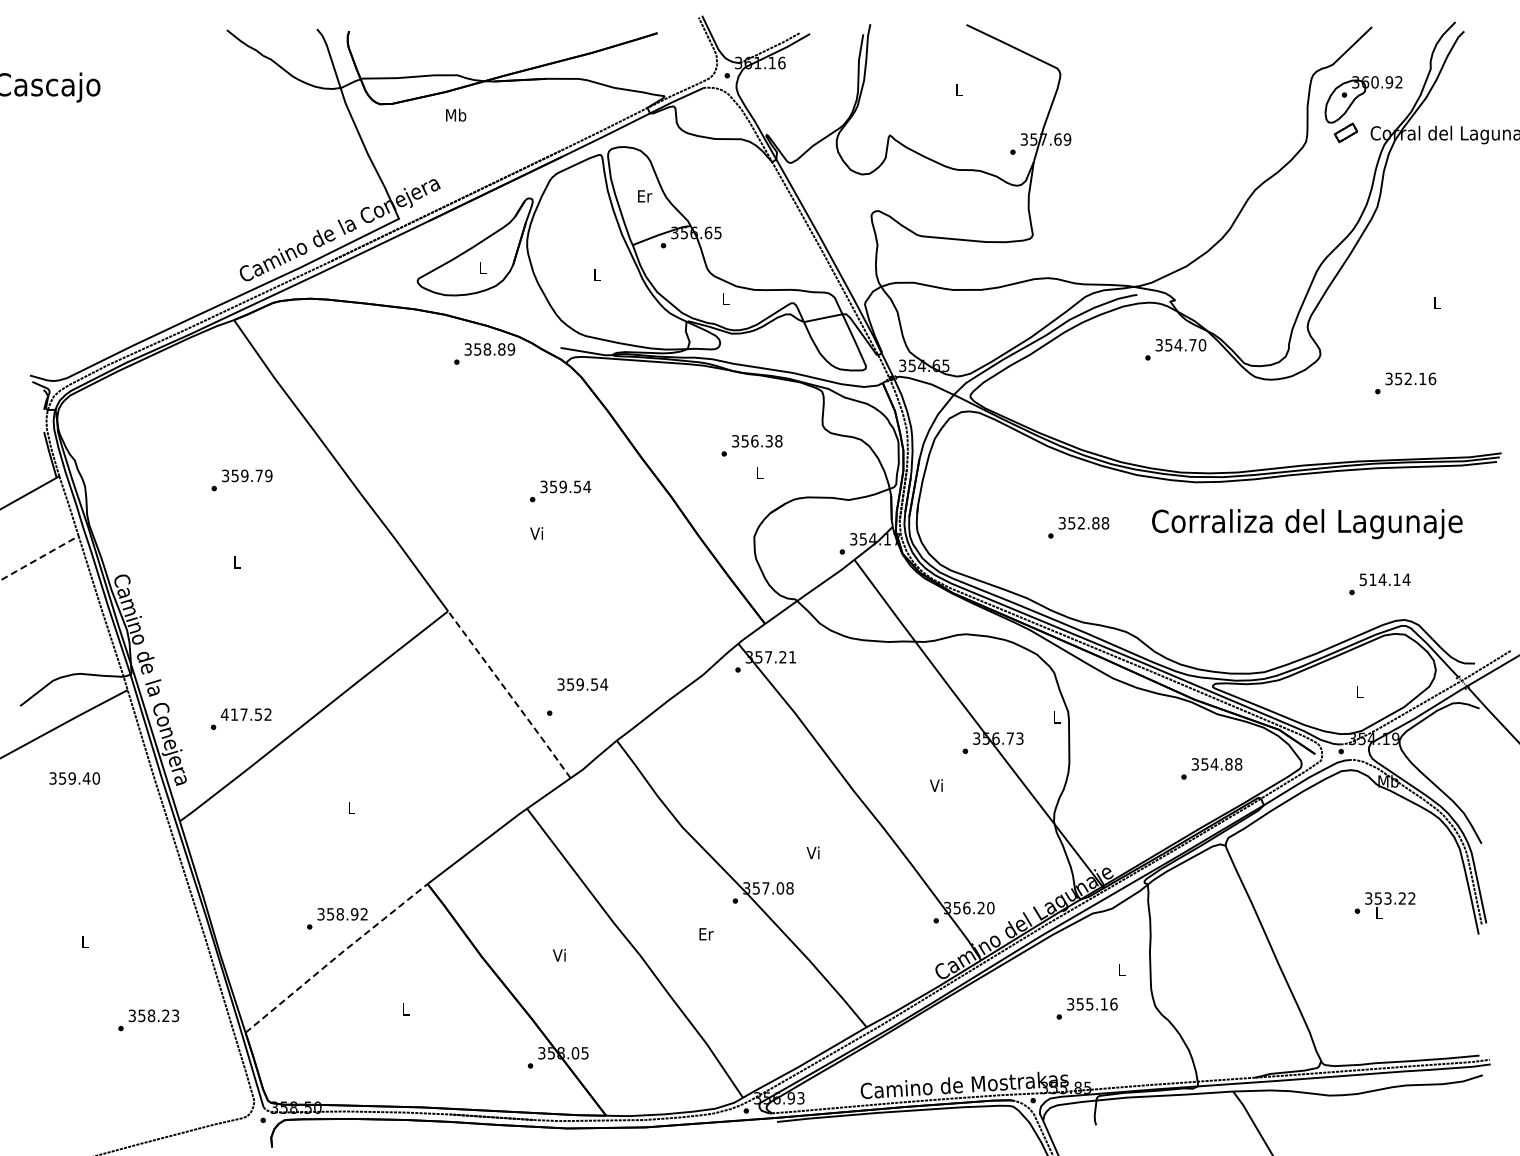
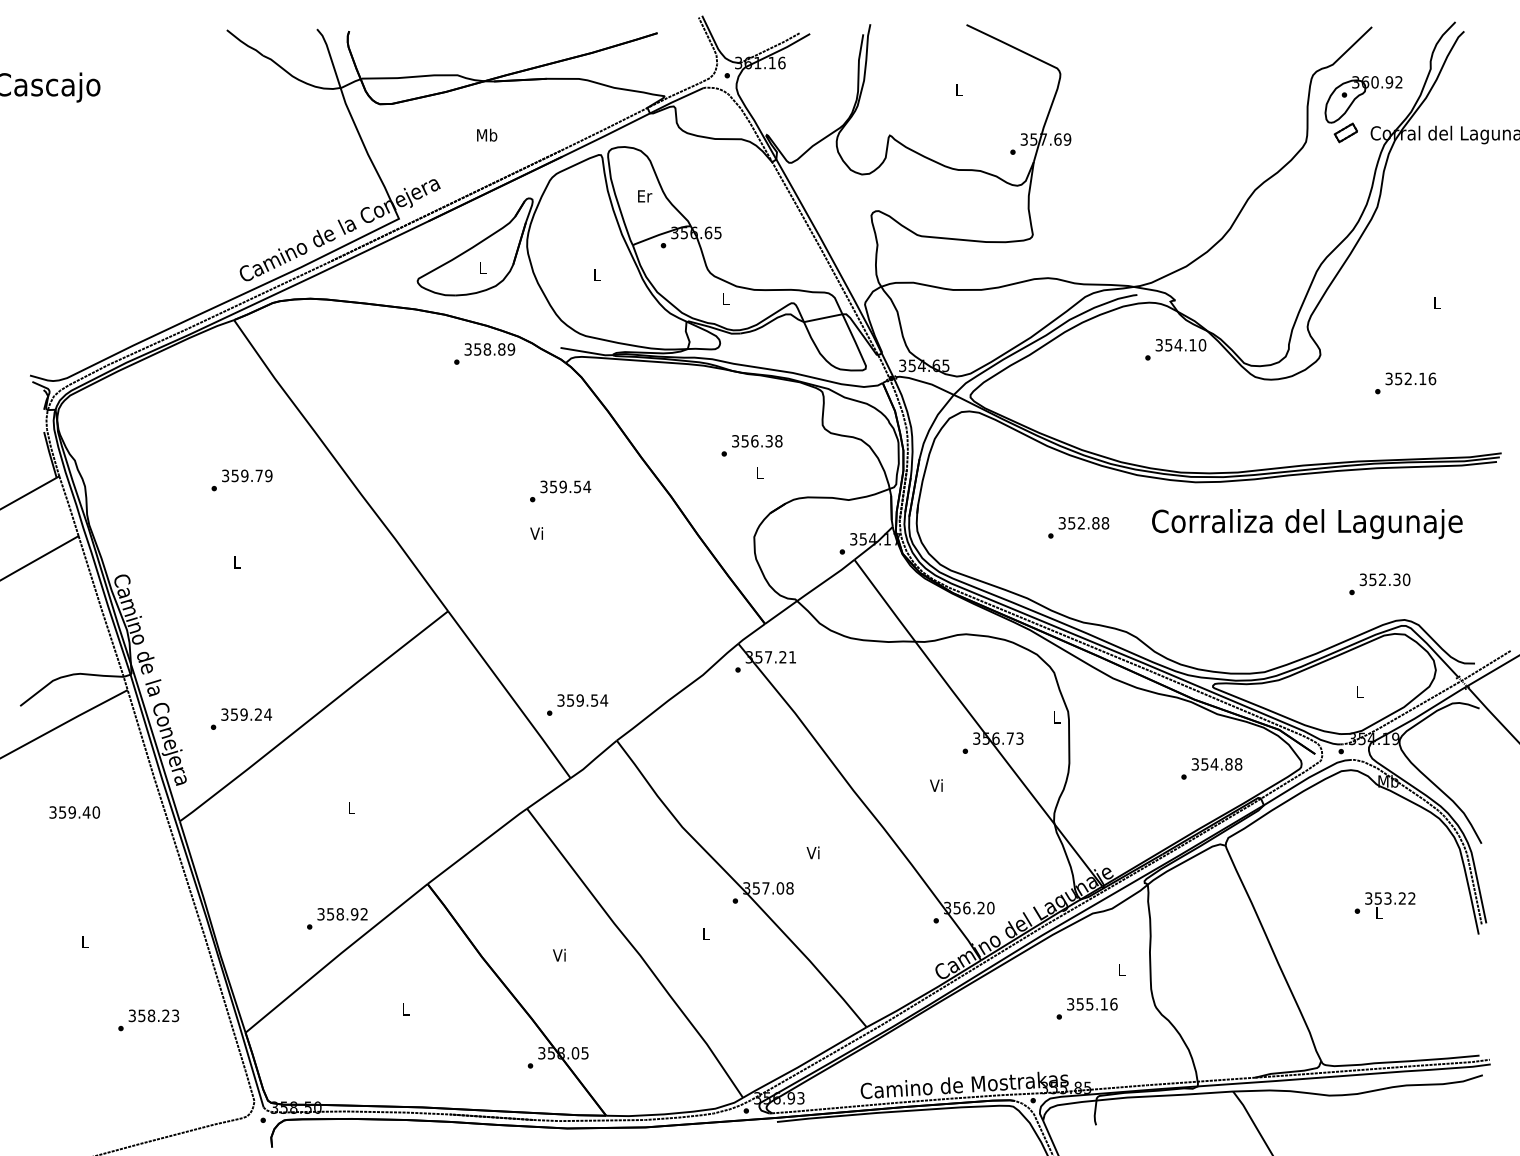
text at (456, 114) position: (456, 114) -> (487, 134)
text at (1192, 345): 354.70 -> 354.10
line at (39, 558): dashed -> solid
text at (1385, 579): 514.14 -> 352.30
text at (582, 684) position: (582, 684) -> (582, 700)
line at (509, 694): dashed -> solid
text at (246, 714): 417.52 -> 359.24
text at (74, 778) position: (74, 778) -> (74, 812)
text at (706, 934): Er -> L
line at (336, 957): dashed -> solid
